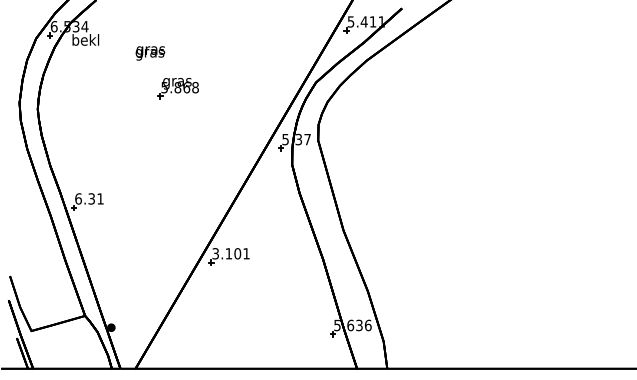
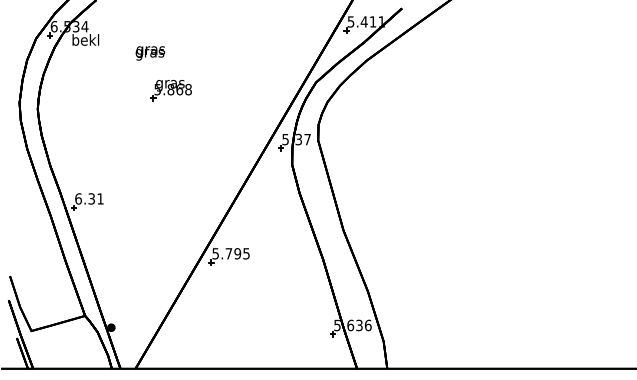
part at (177, 88) position: (177, 88) -> (170, 90)
text at (230, 253): 3.101 -> 5.795
